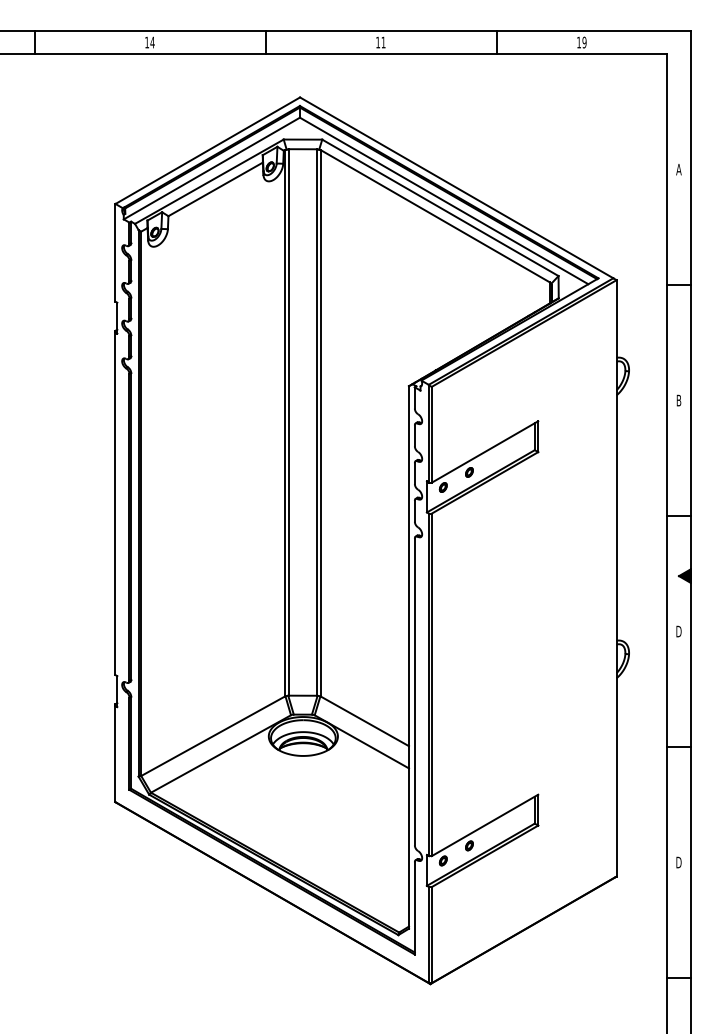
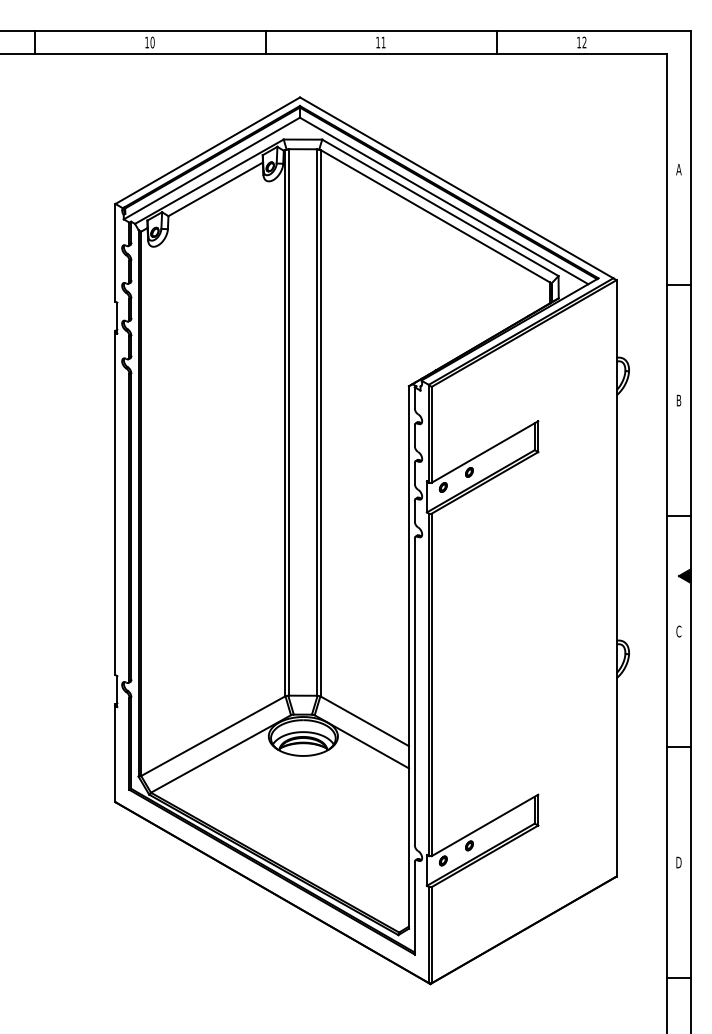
text at (152, 42): 14 -> 10
text at (584, 42): 19 -> 12
text at (678, 631): D -> C
